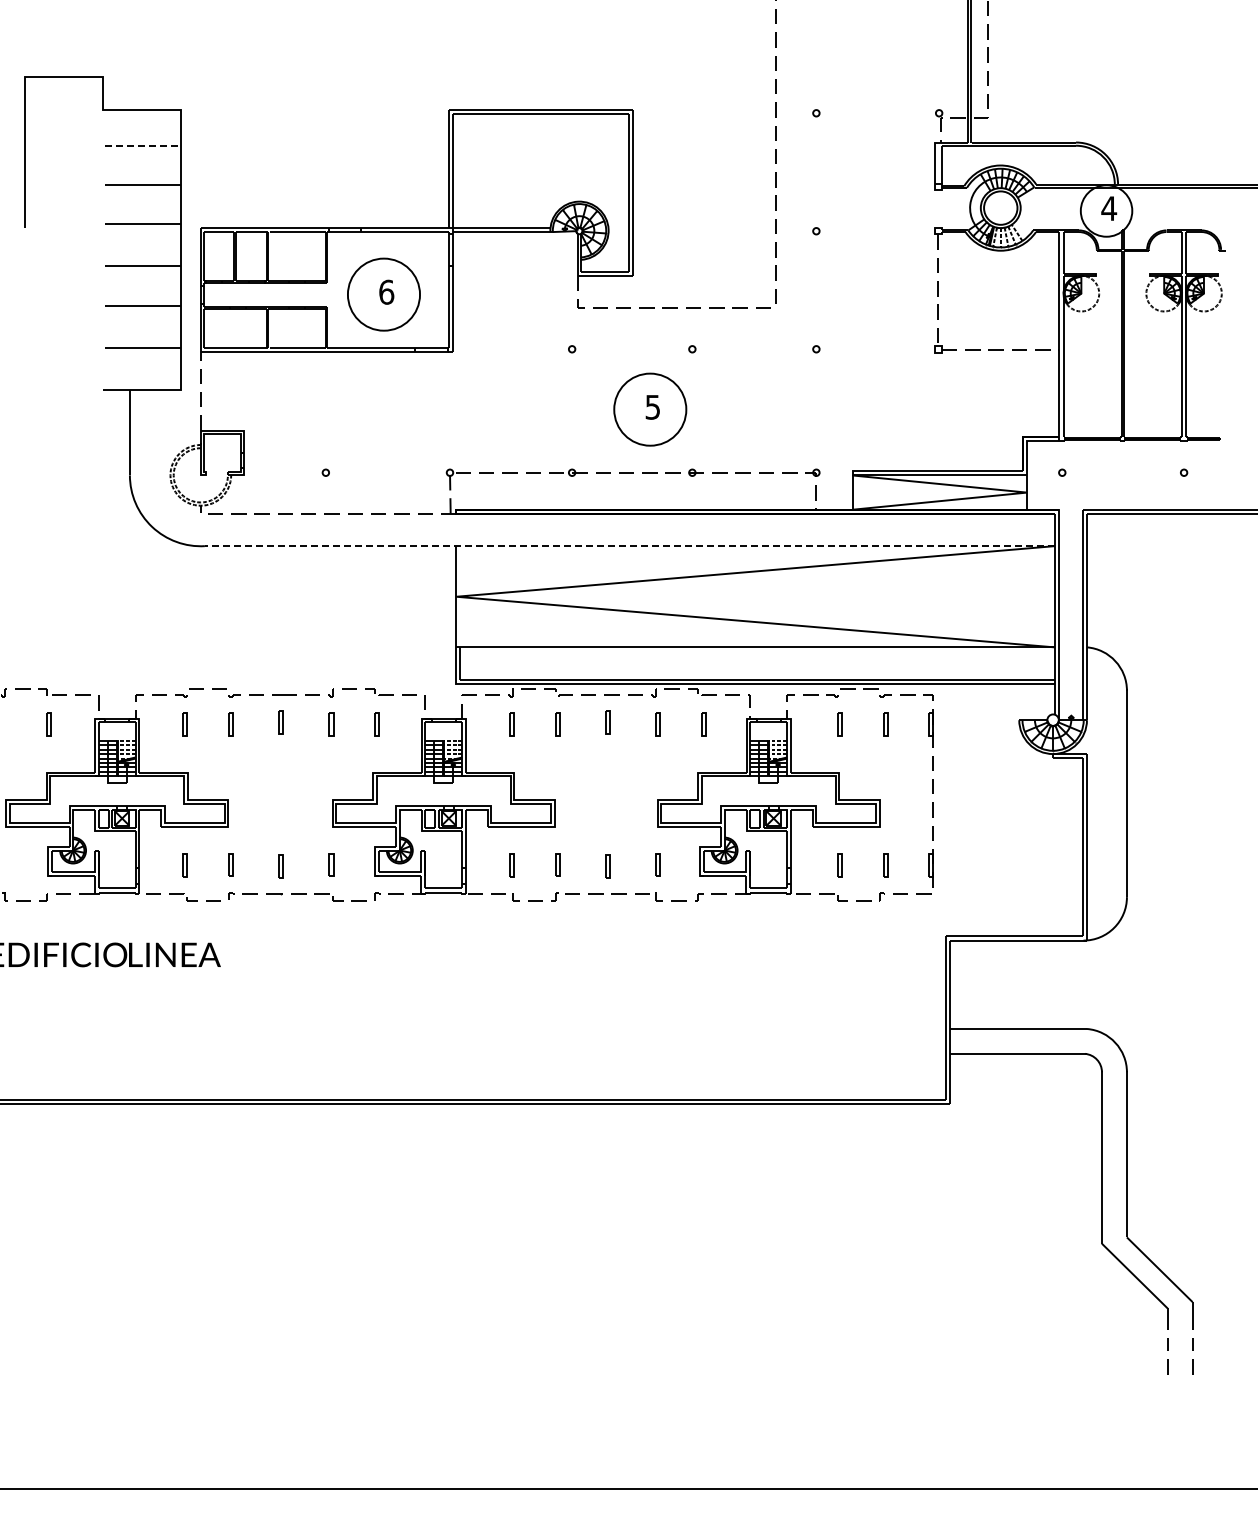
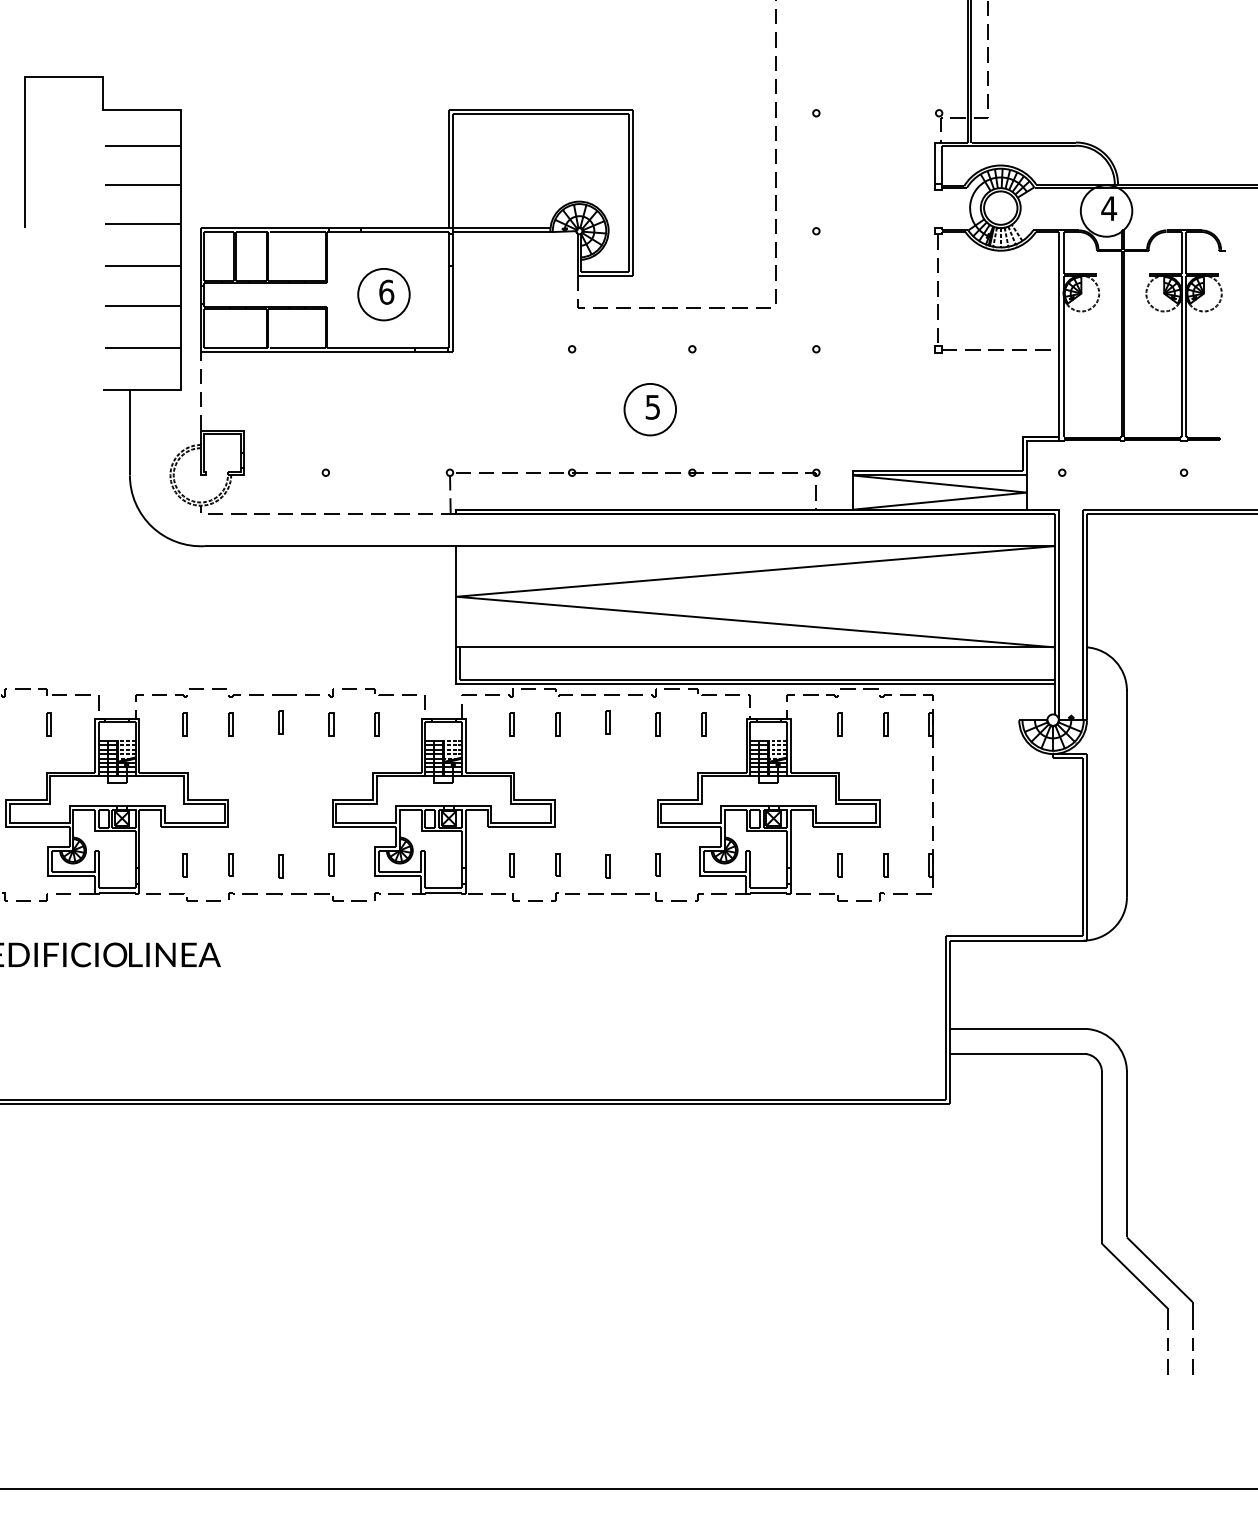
line at (142, 146): dashed -> solid
circle at (383, 294) diameter: 72 px -> 51 px
circle at (650, 409) diameter: 72 px -> 51 px
line at (629, 546): dashed -> solid
